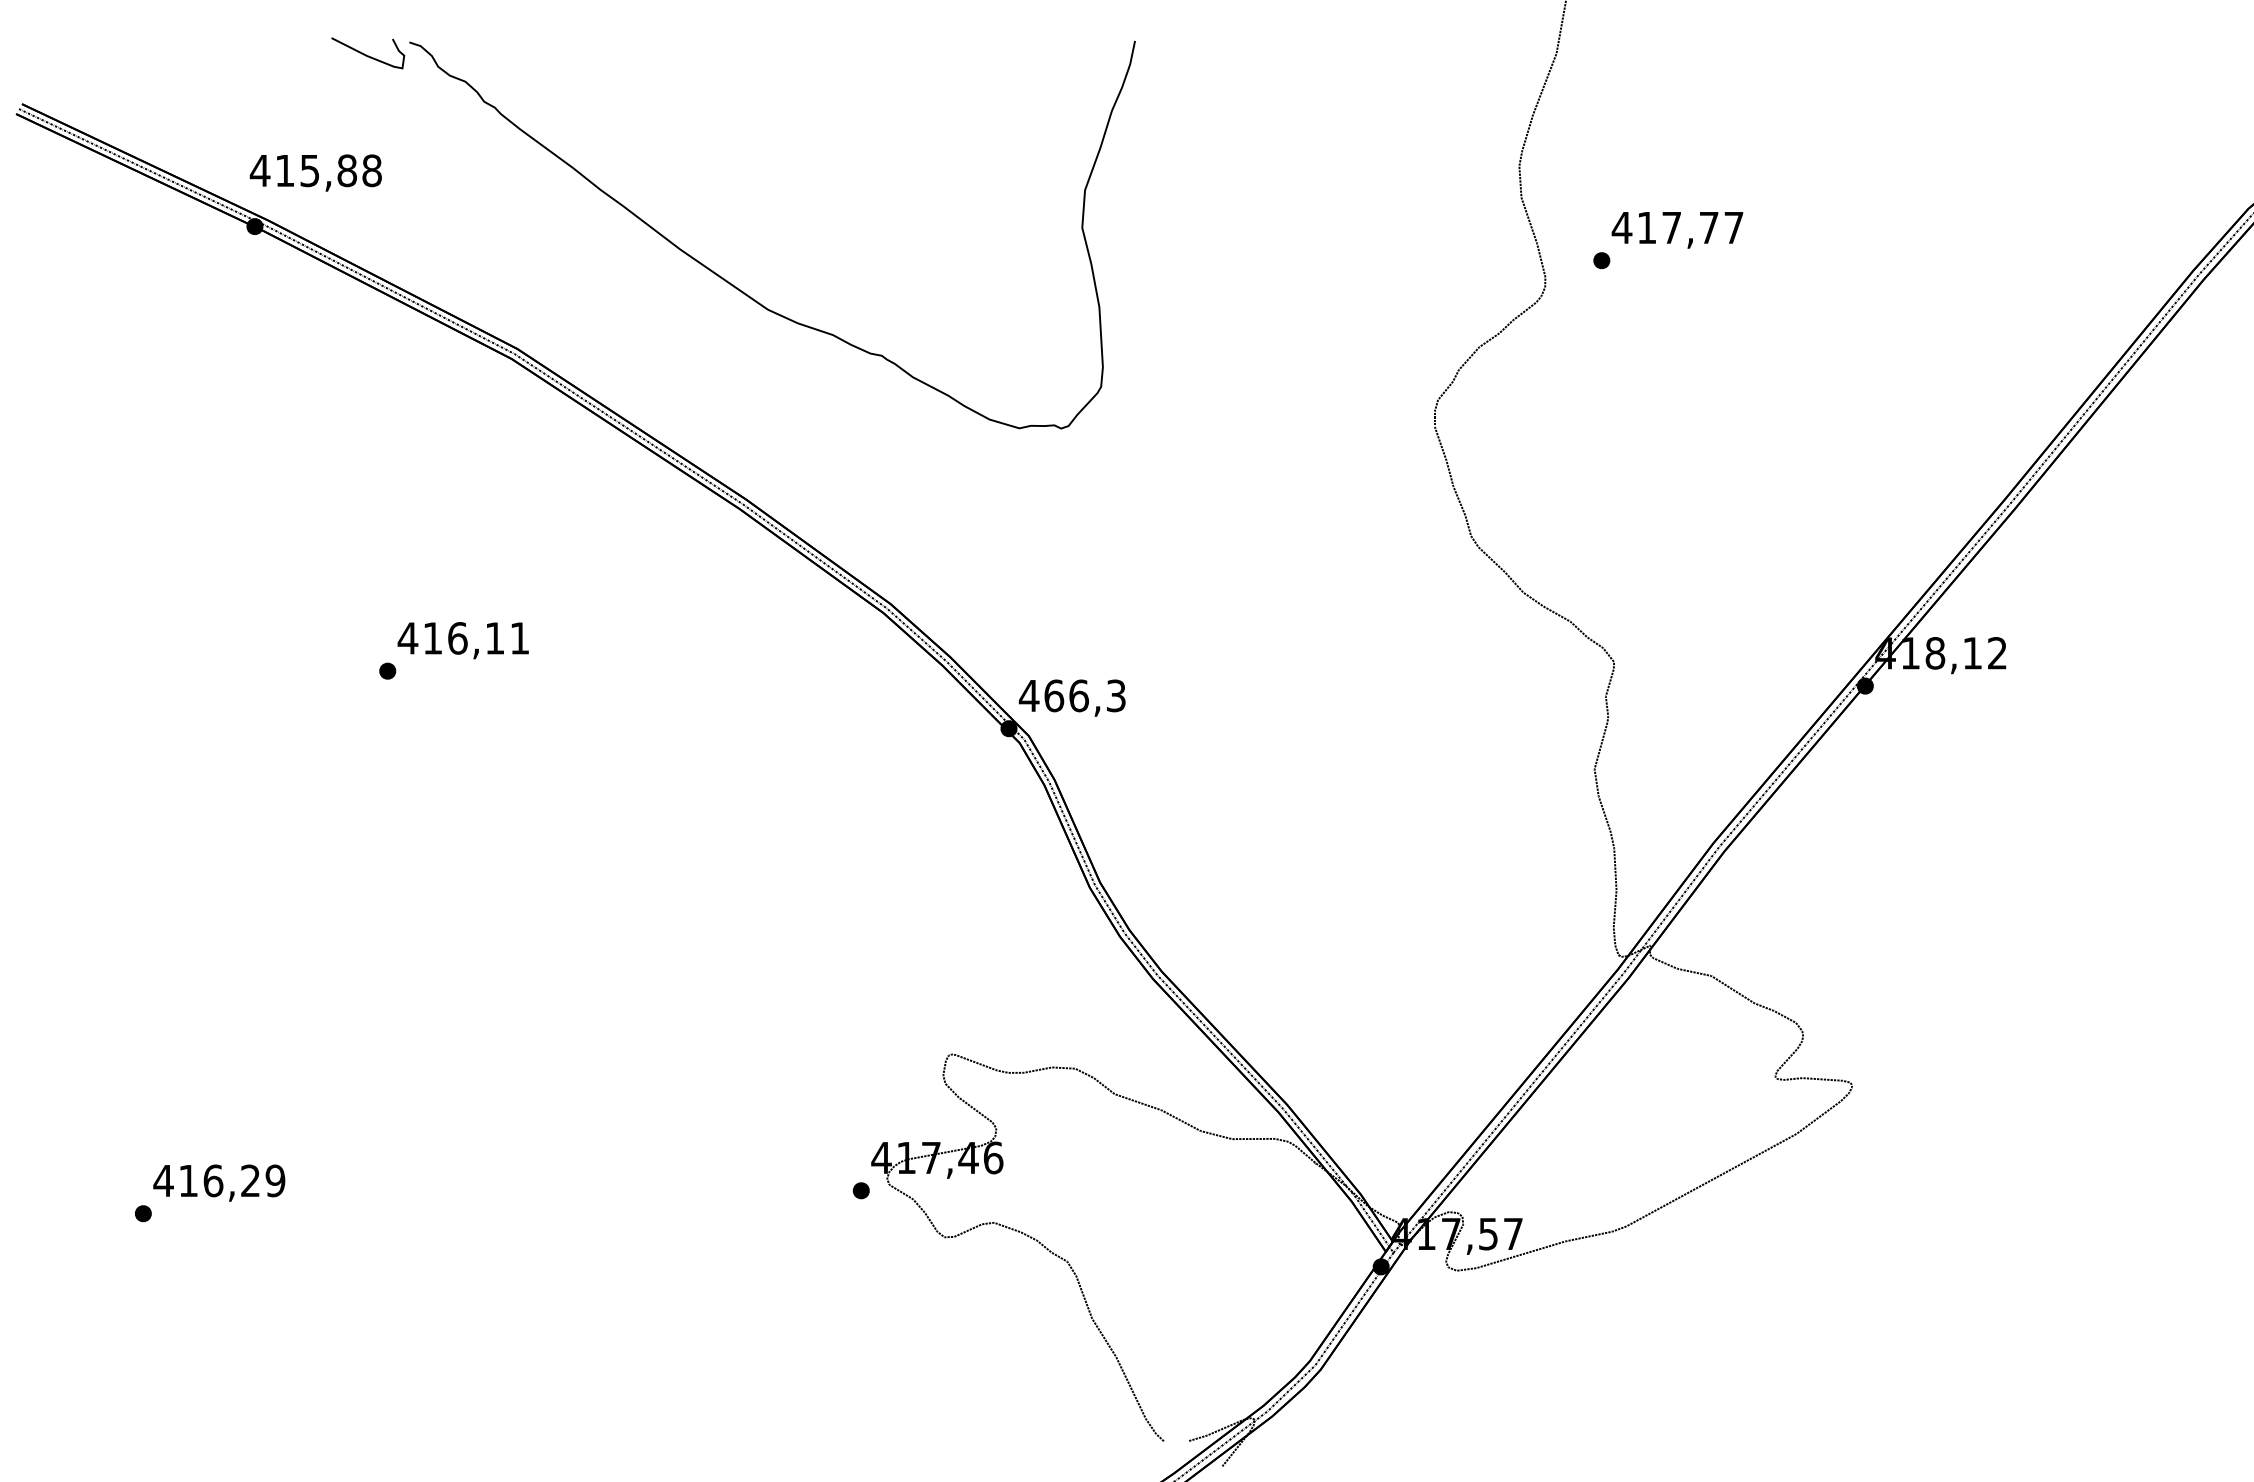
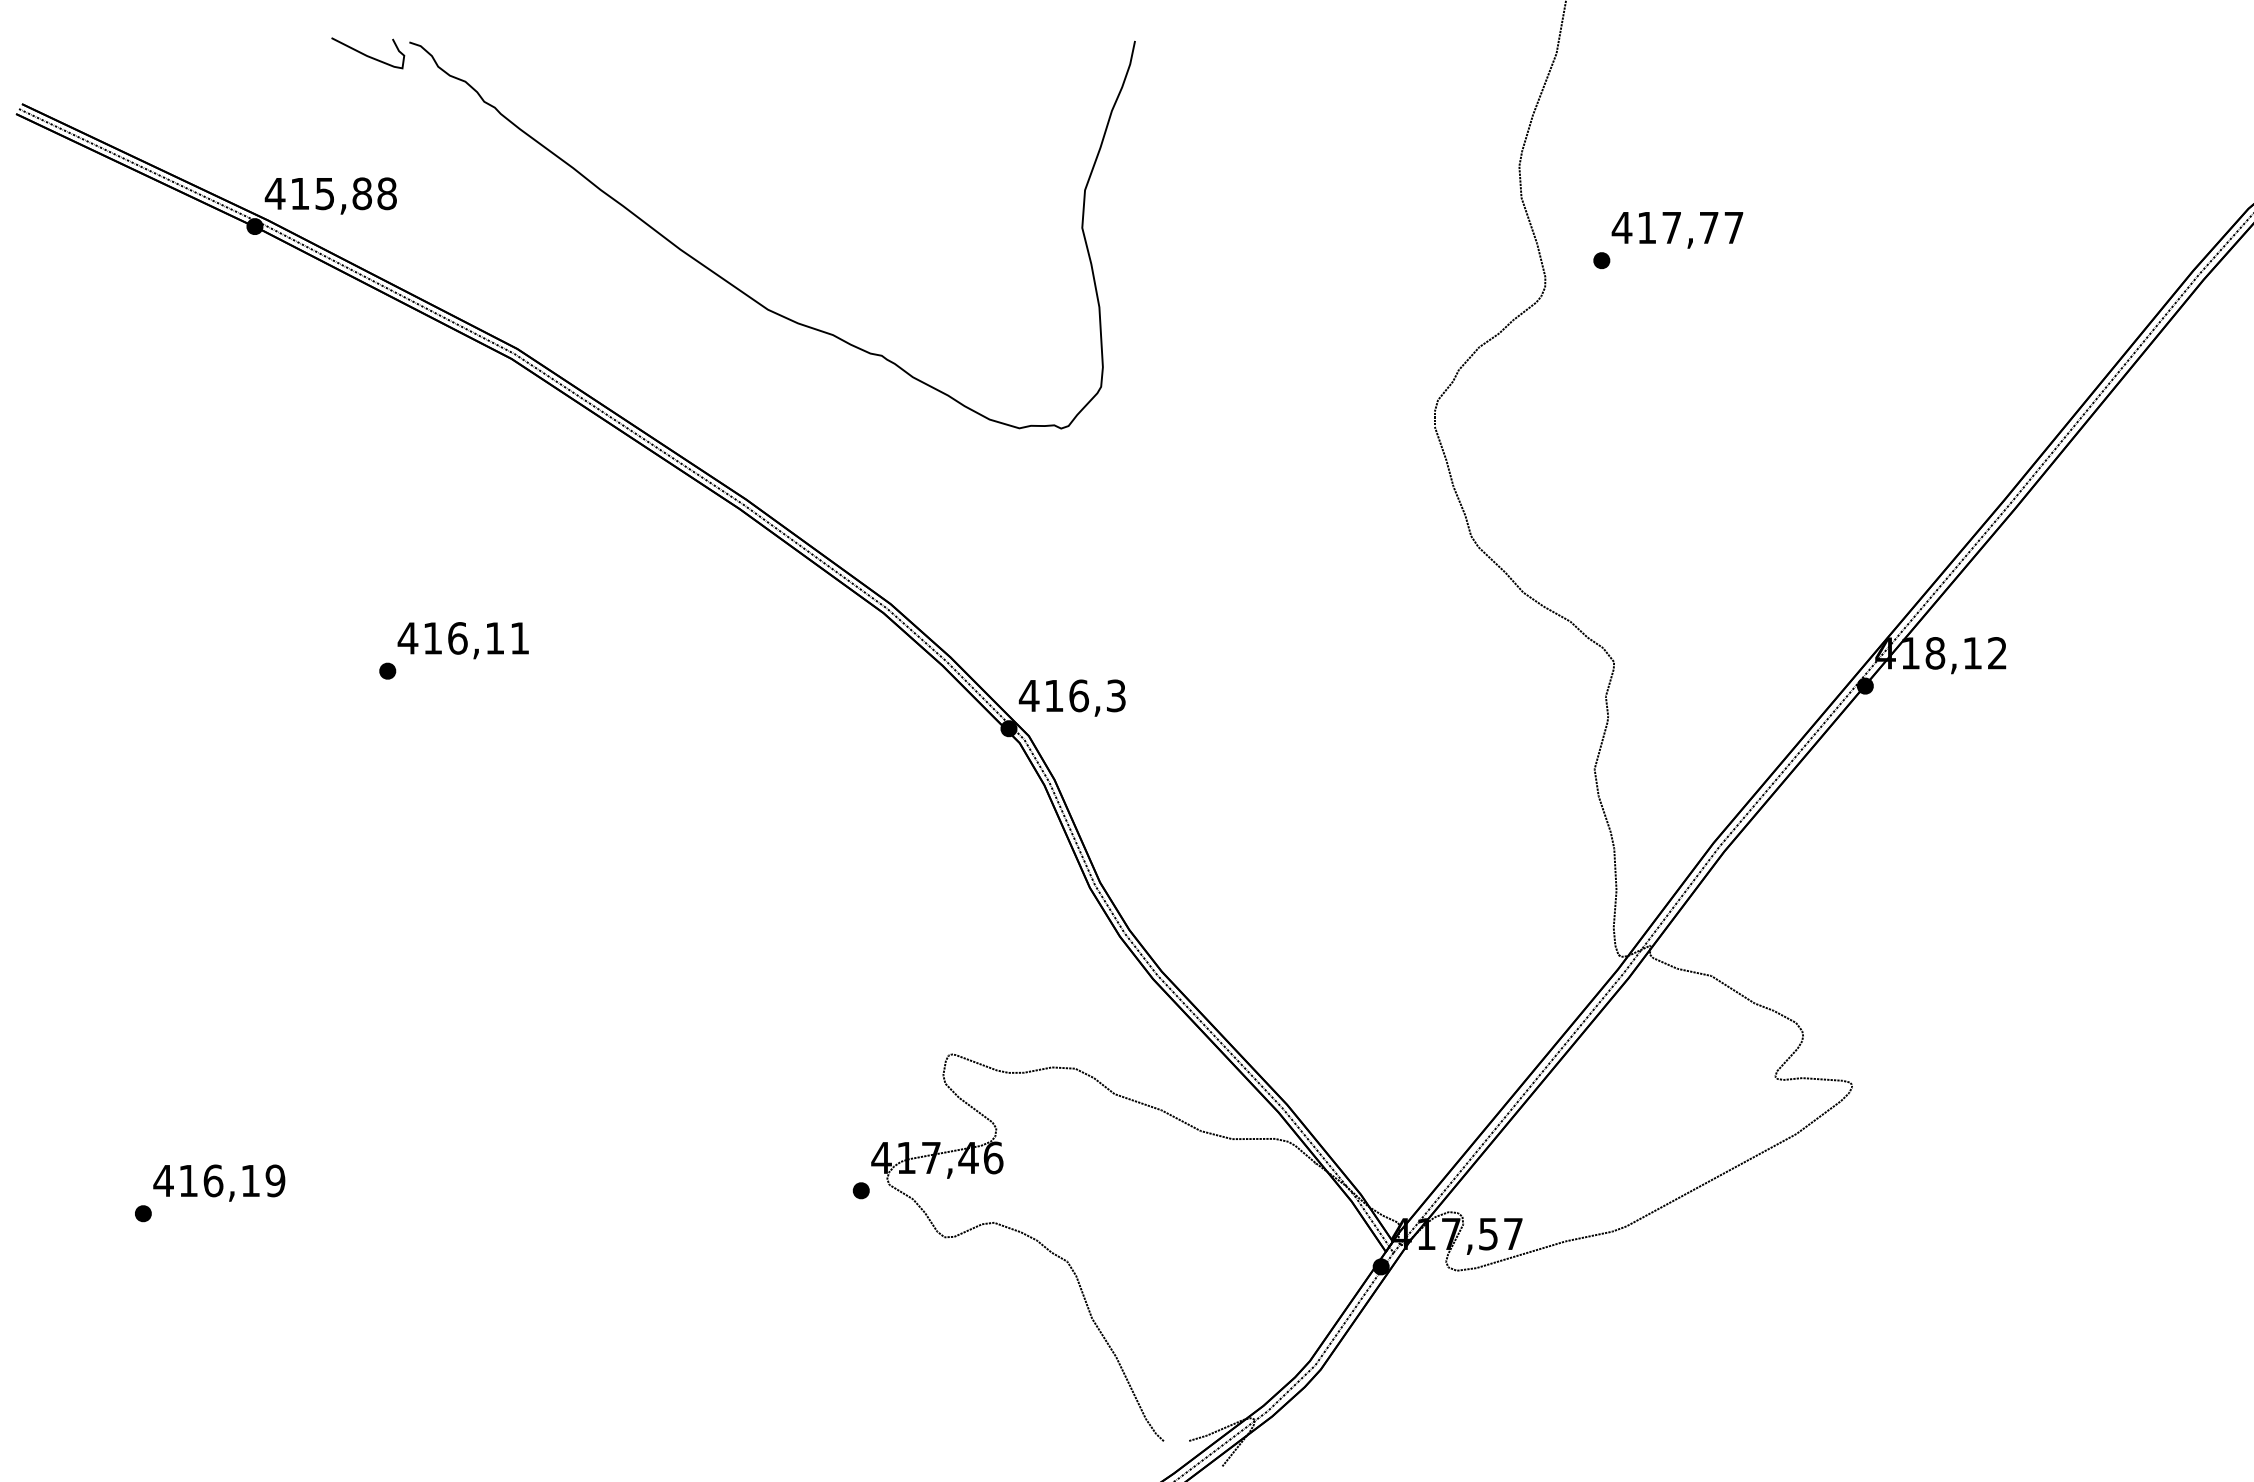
text at (315, 172) position: (315, 172) -> (330, 195)
text at (1054, 695): 466,3 -> 416,3
text at (250, 1180): 416,29 -> 416,19
